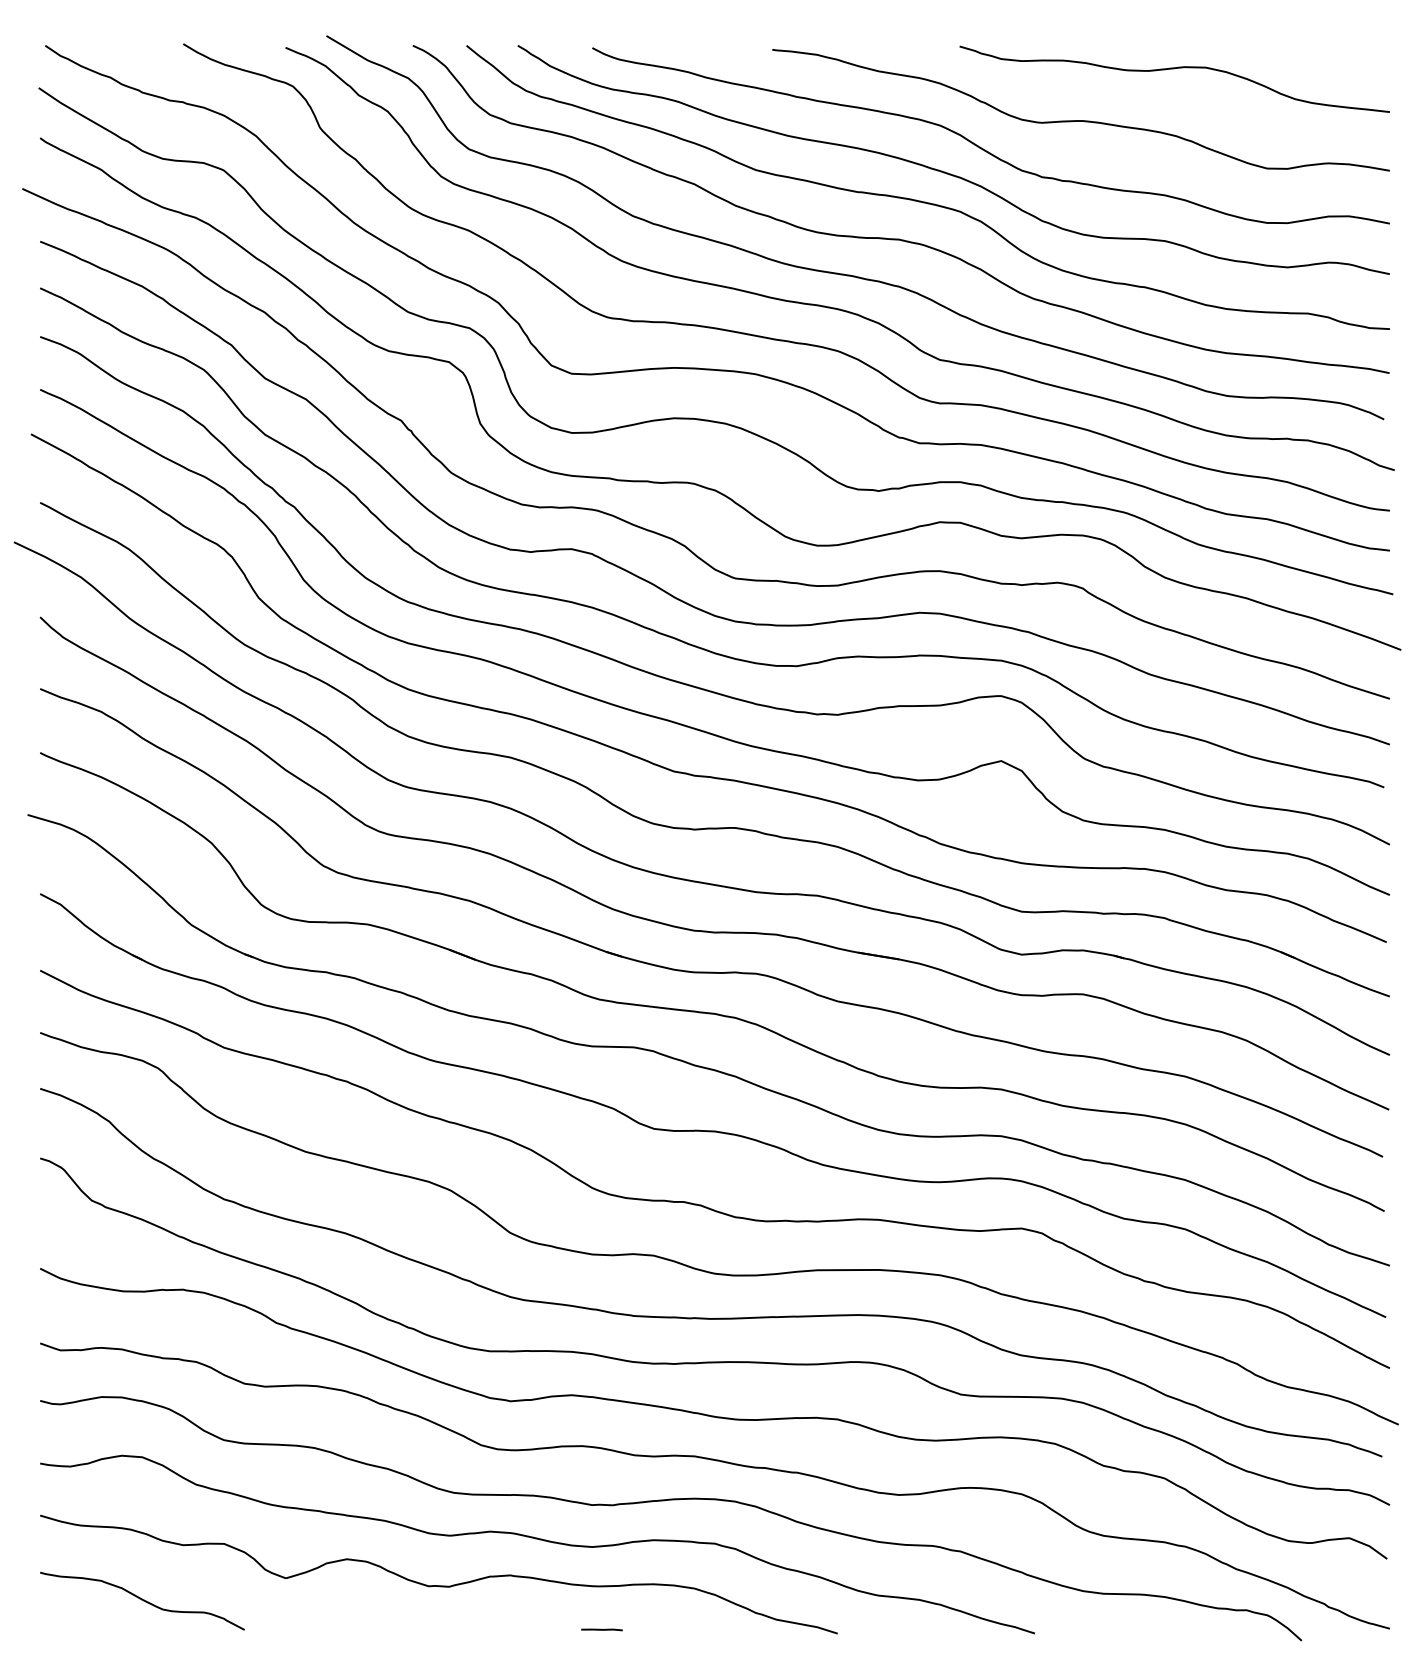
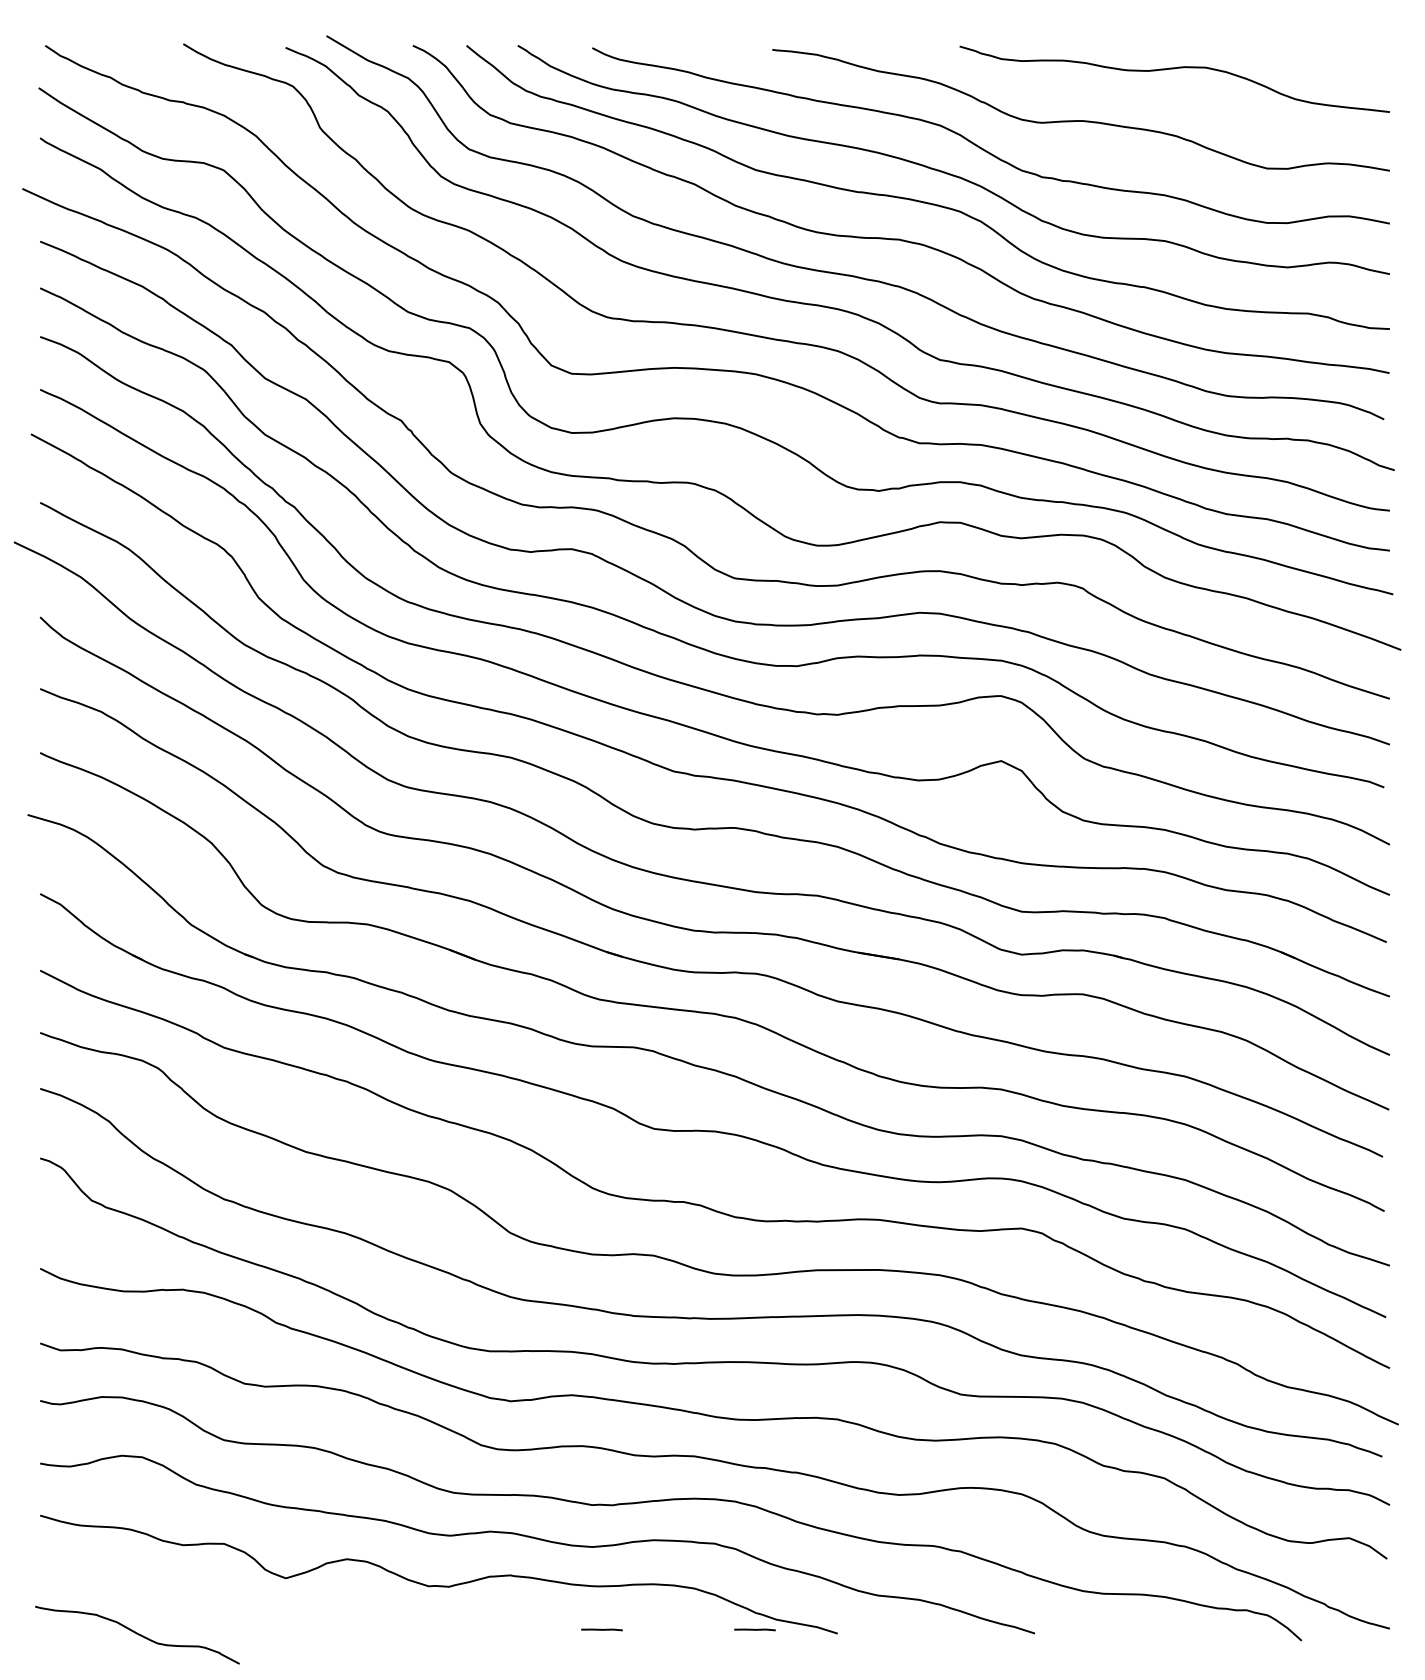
curve at (142, 1600) position: (142, 1600) -> (137, 1634)
line at (754, 1629): none -> present
